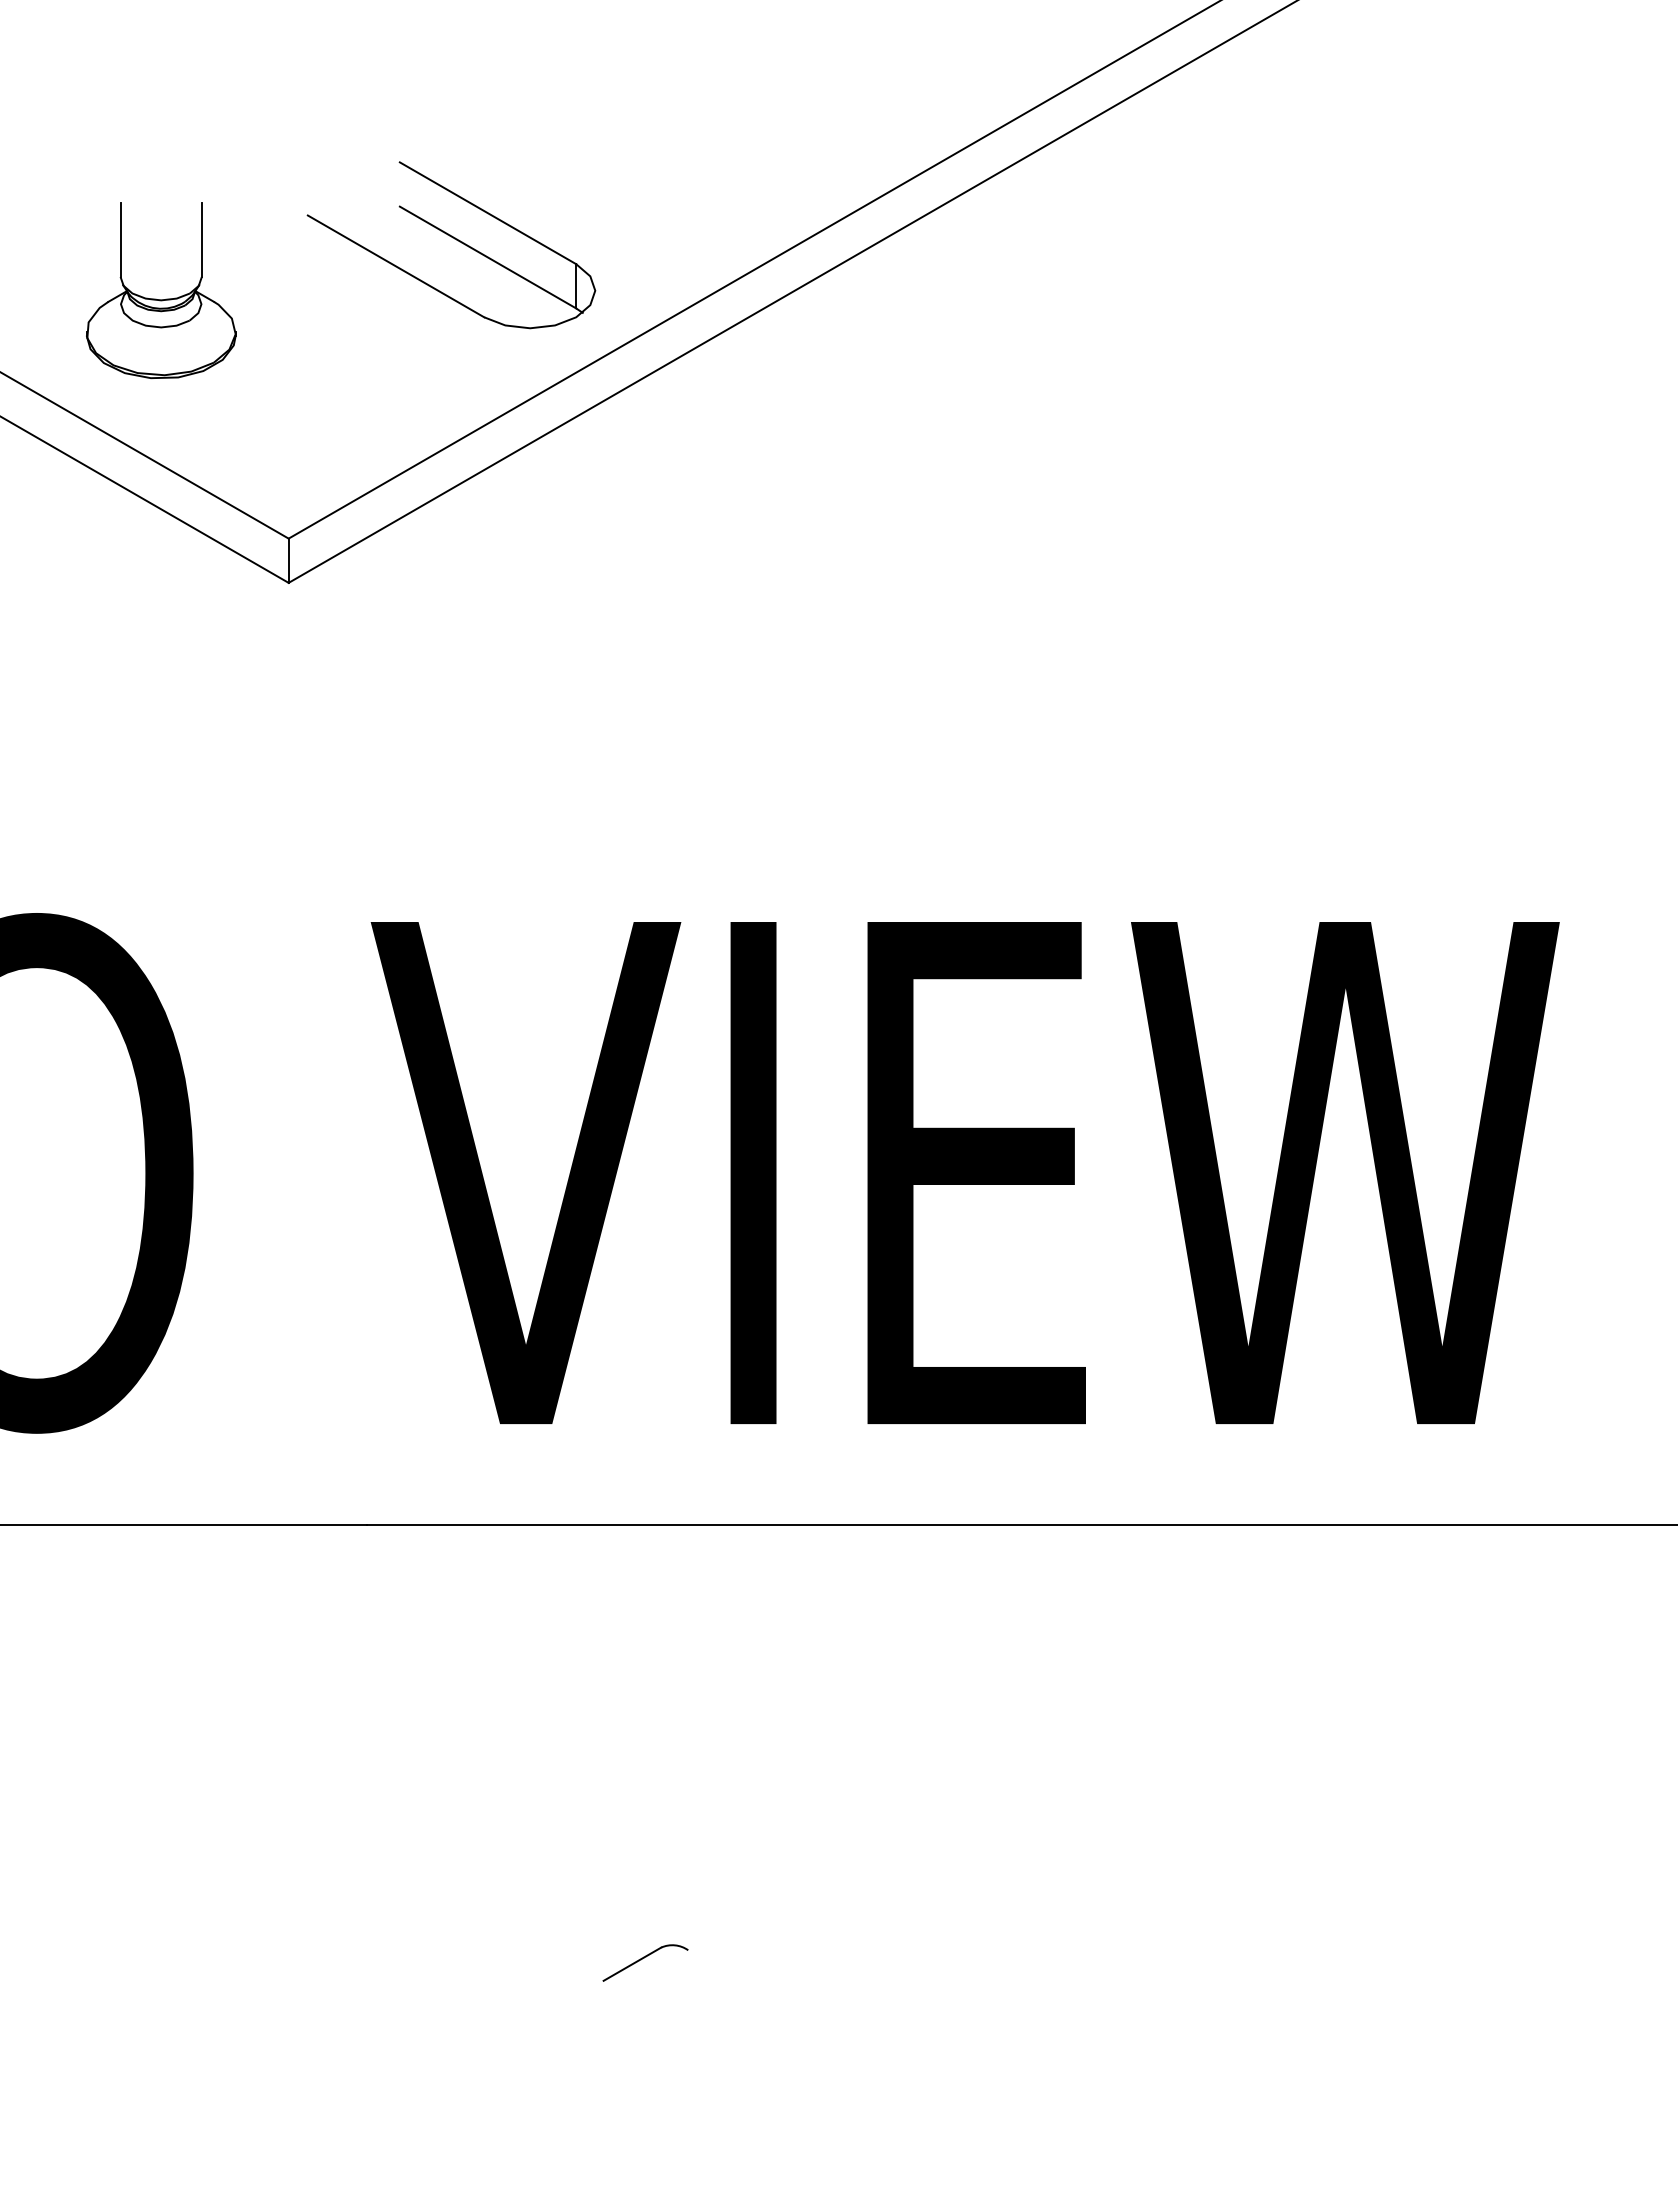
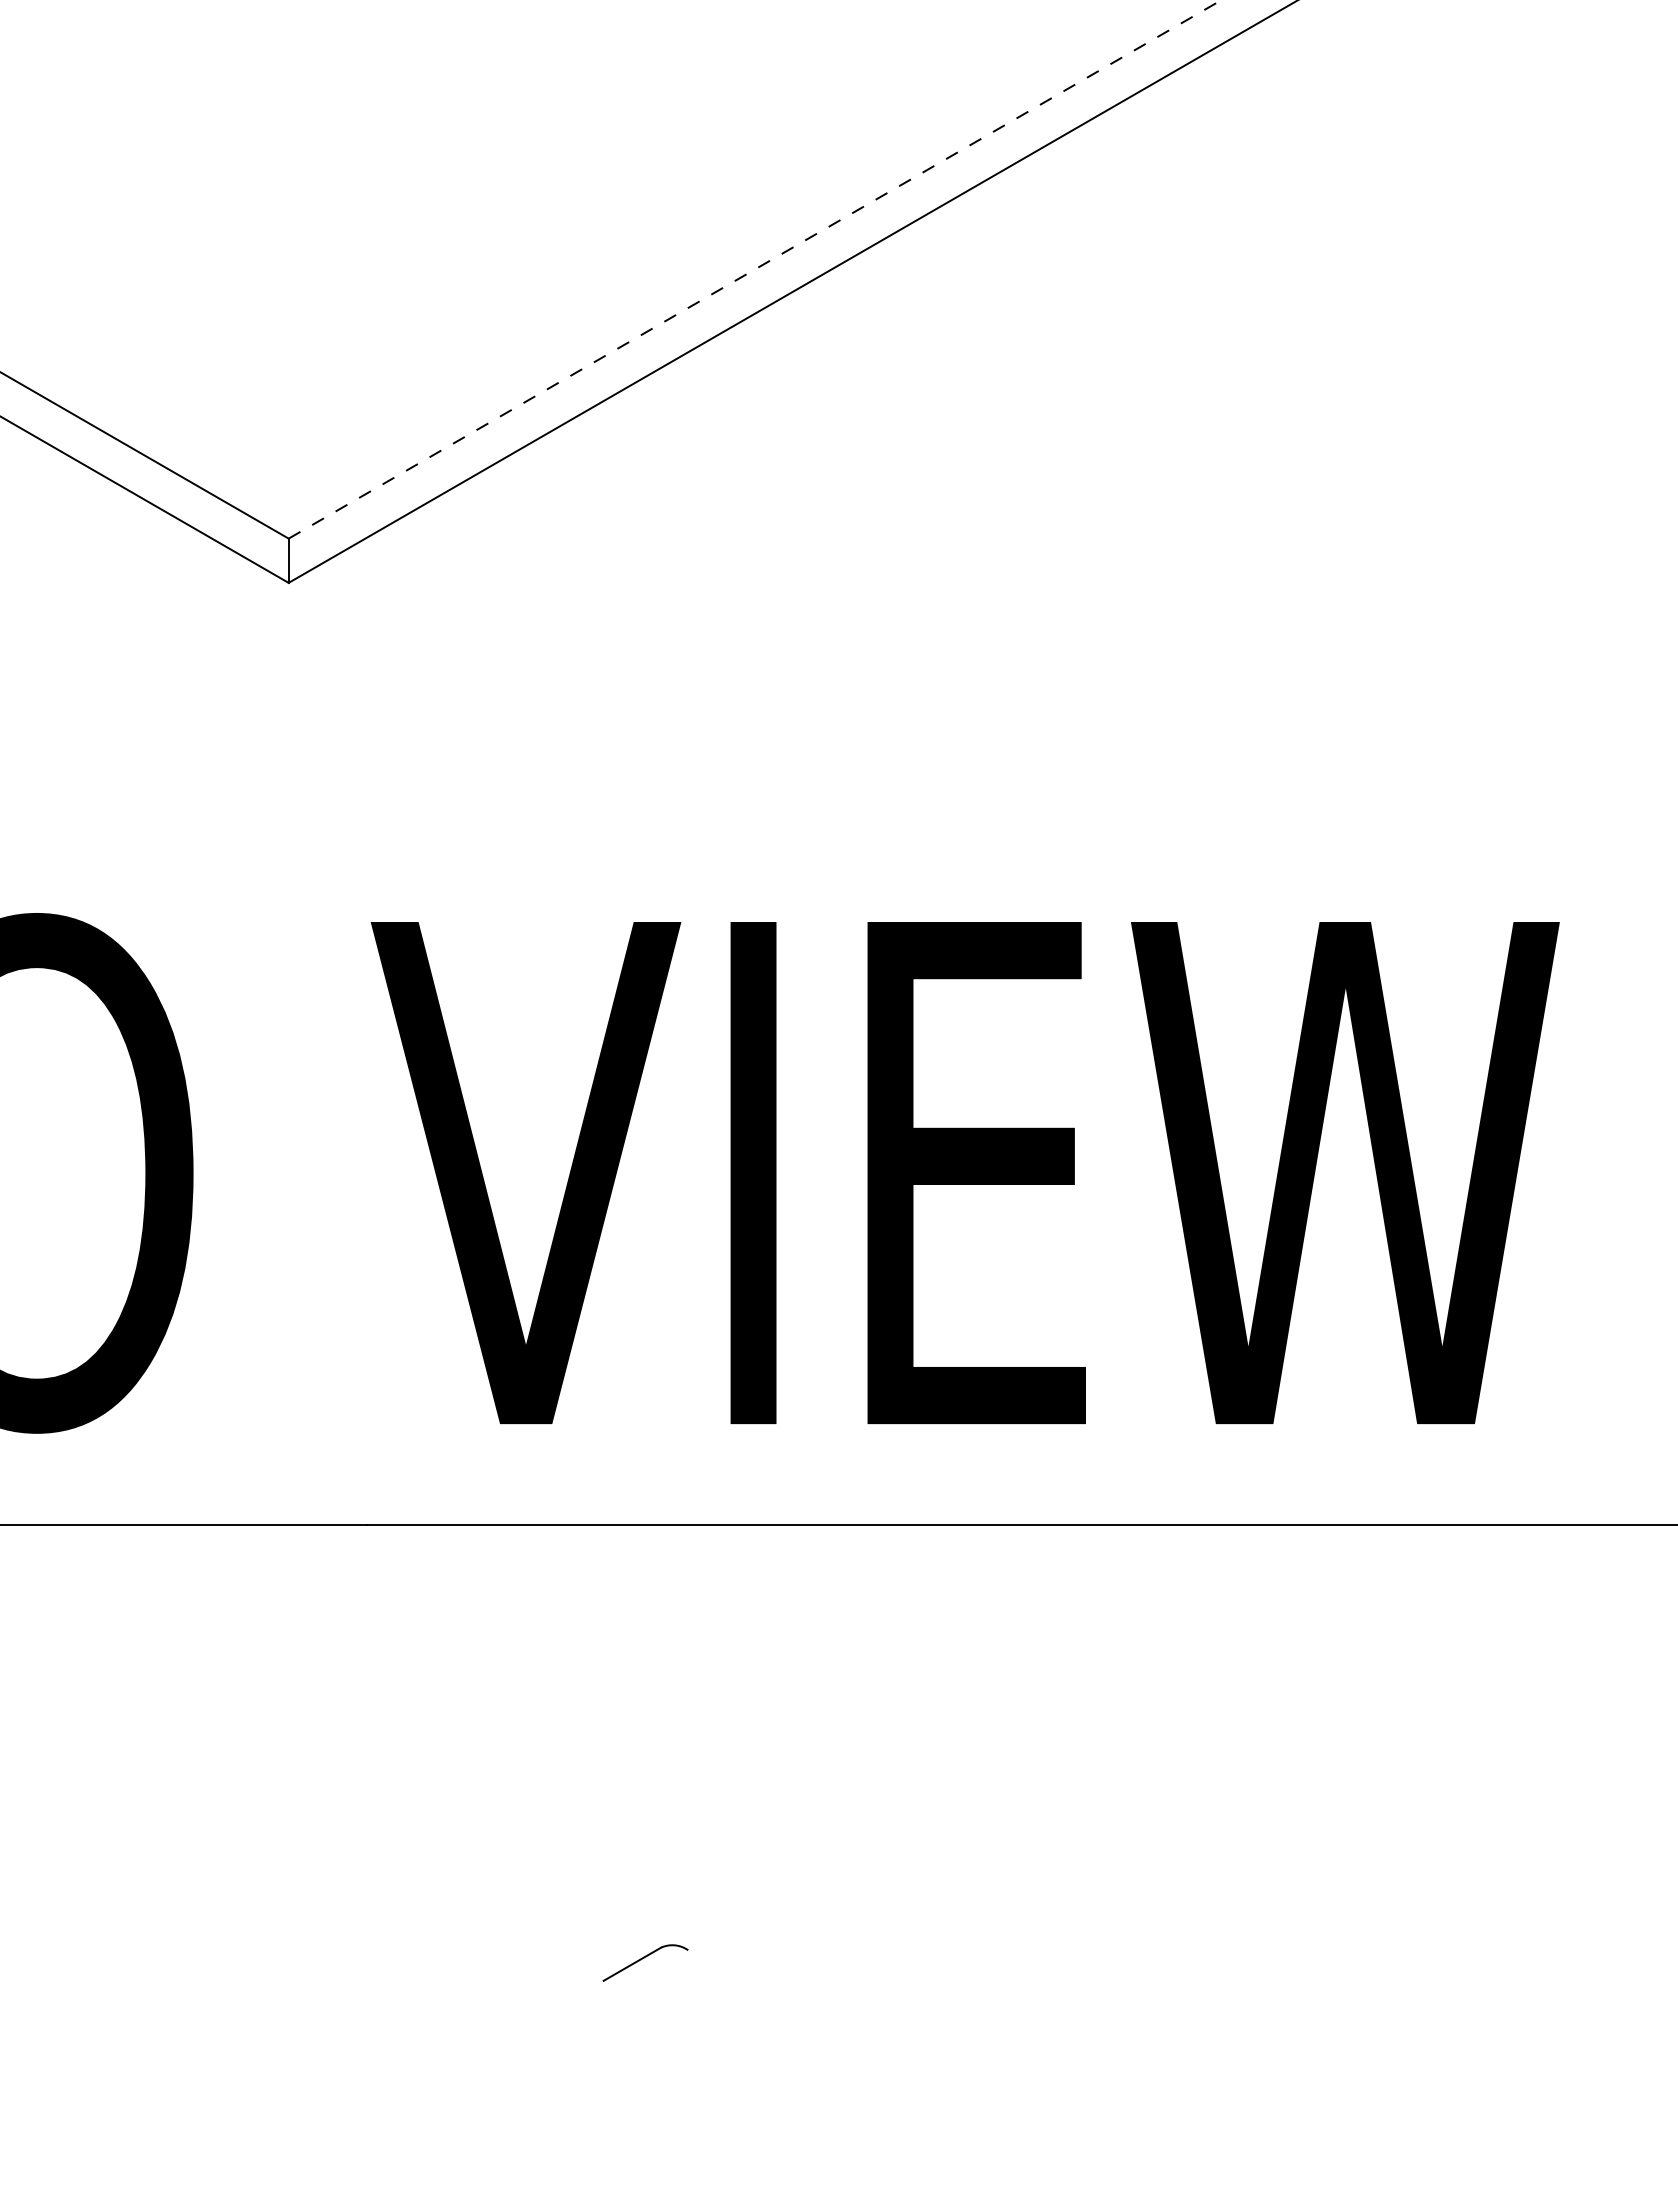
part at (454, 239): present -> none
line at (754, 269): solid -> dashed
part at (161, 299): present -> none
